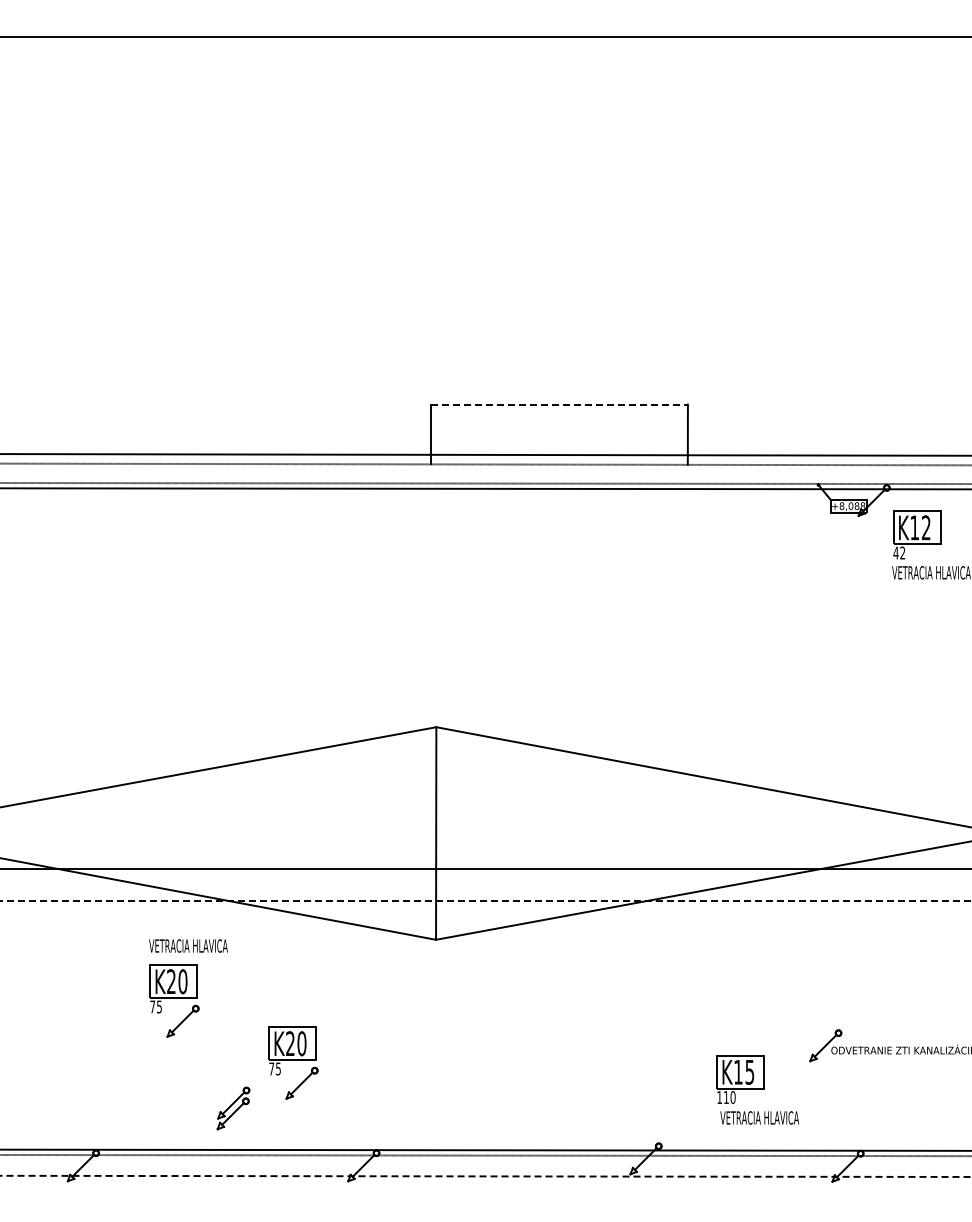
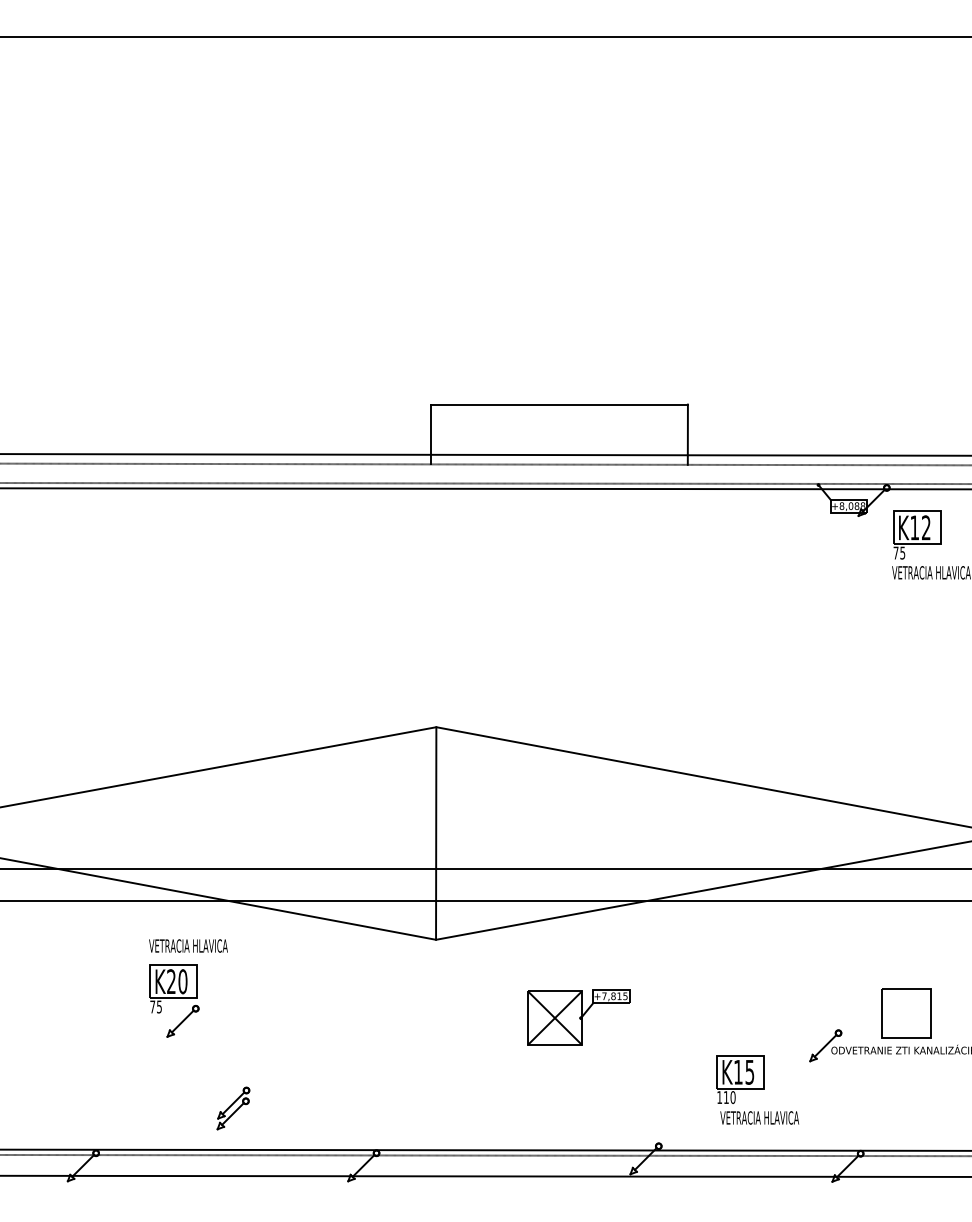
line at (559, 404): dashed -> solid
text at (899, 552): 42 -> 75
line at (485, 901): dashed -> solid
part at (906, 1013): none -> present
part at (578, 1017): none -> present
part at (293, 1062): present -> none
line at (486, 1176): dashed -> solid
